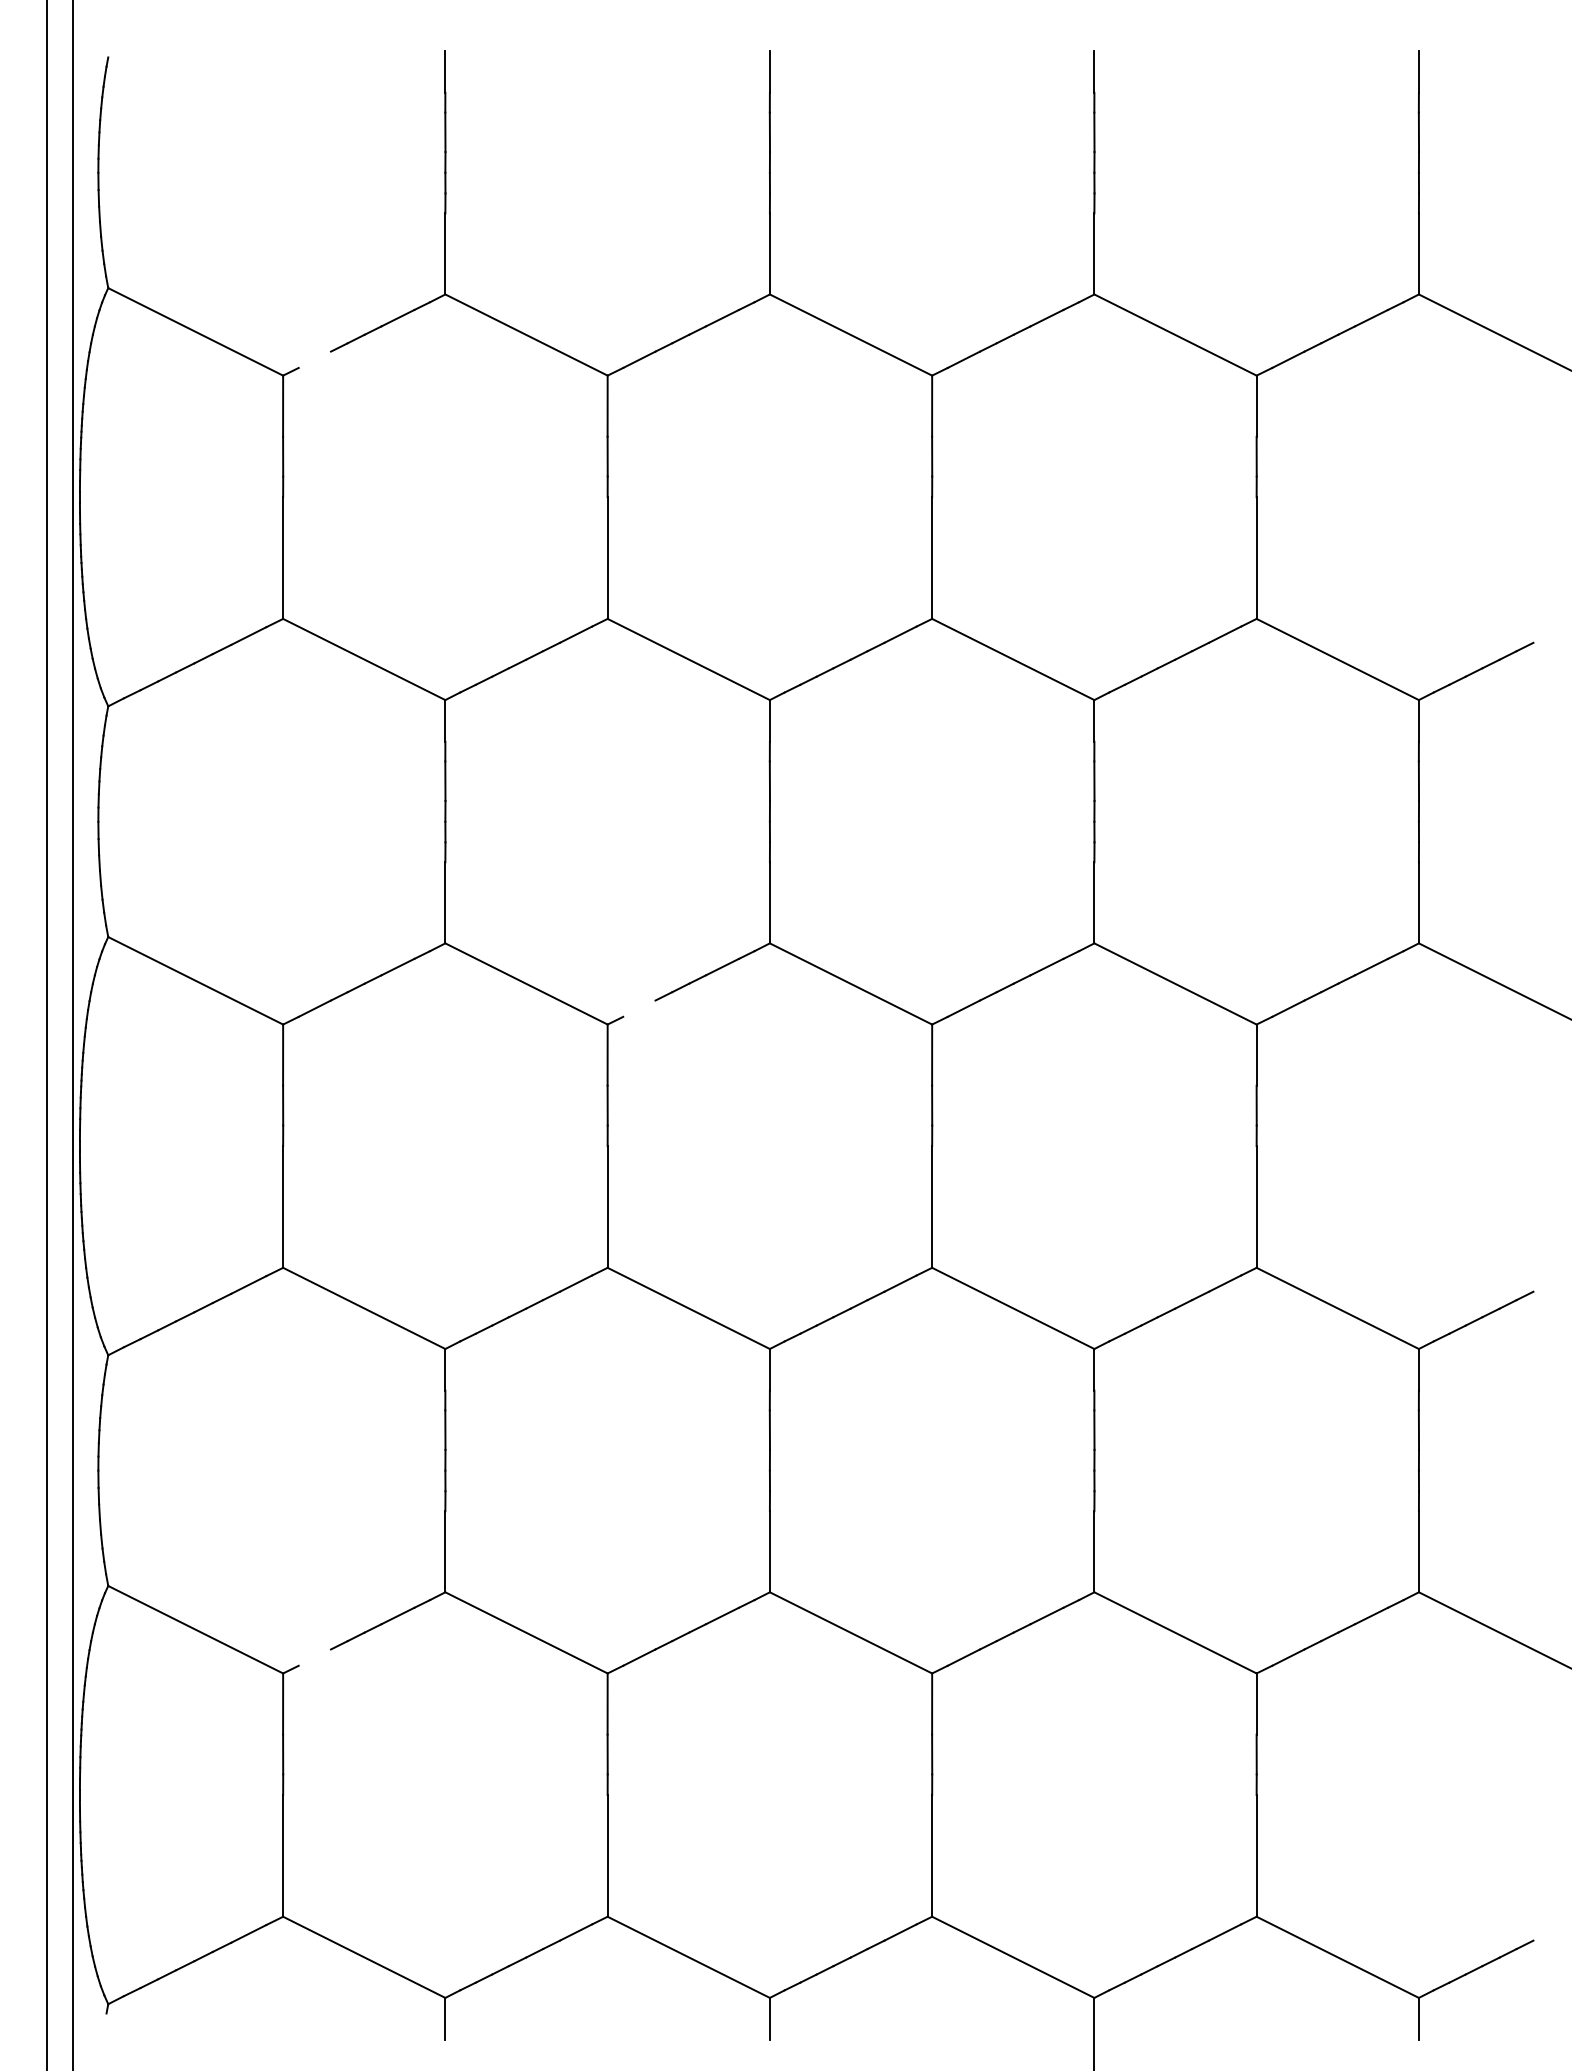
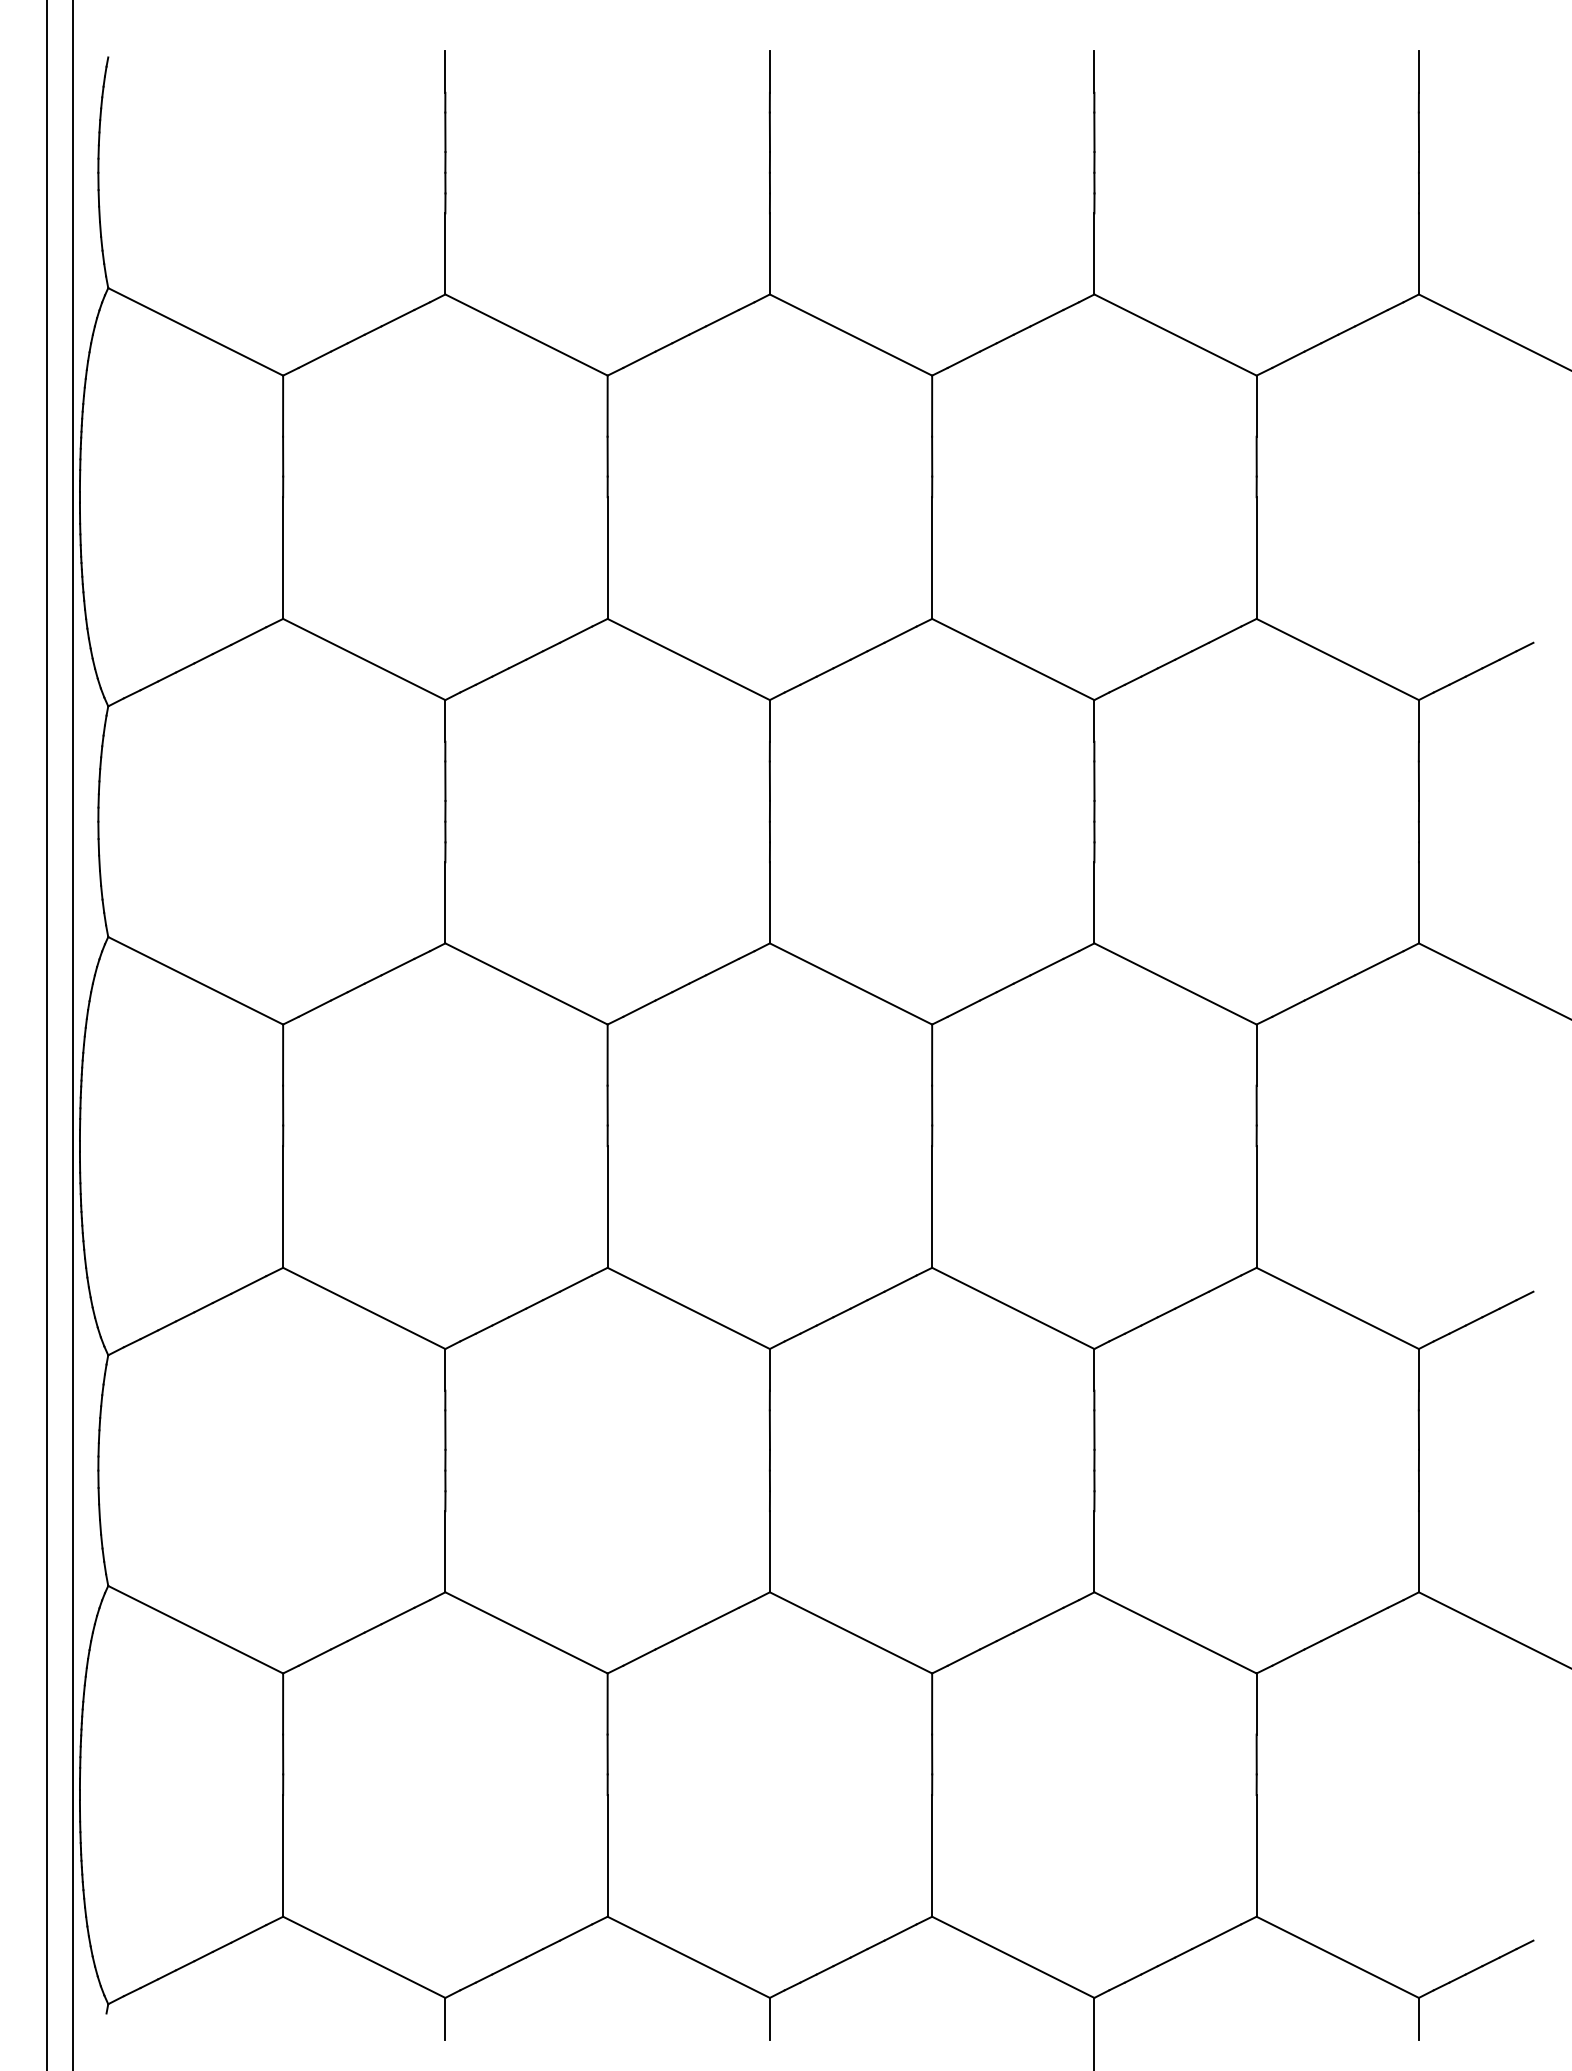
line at (314, 359): none -> present
line at (639, 1008): none -> present
line at (314, 1657): none -> present
